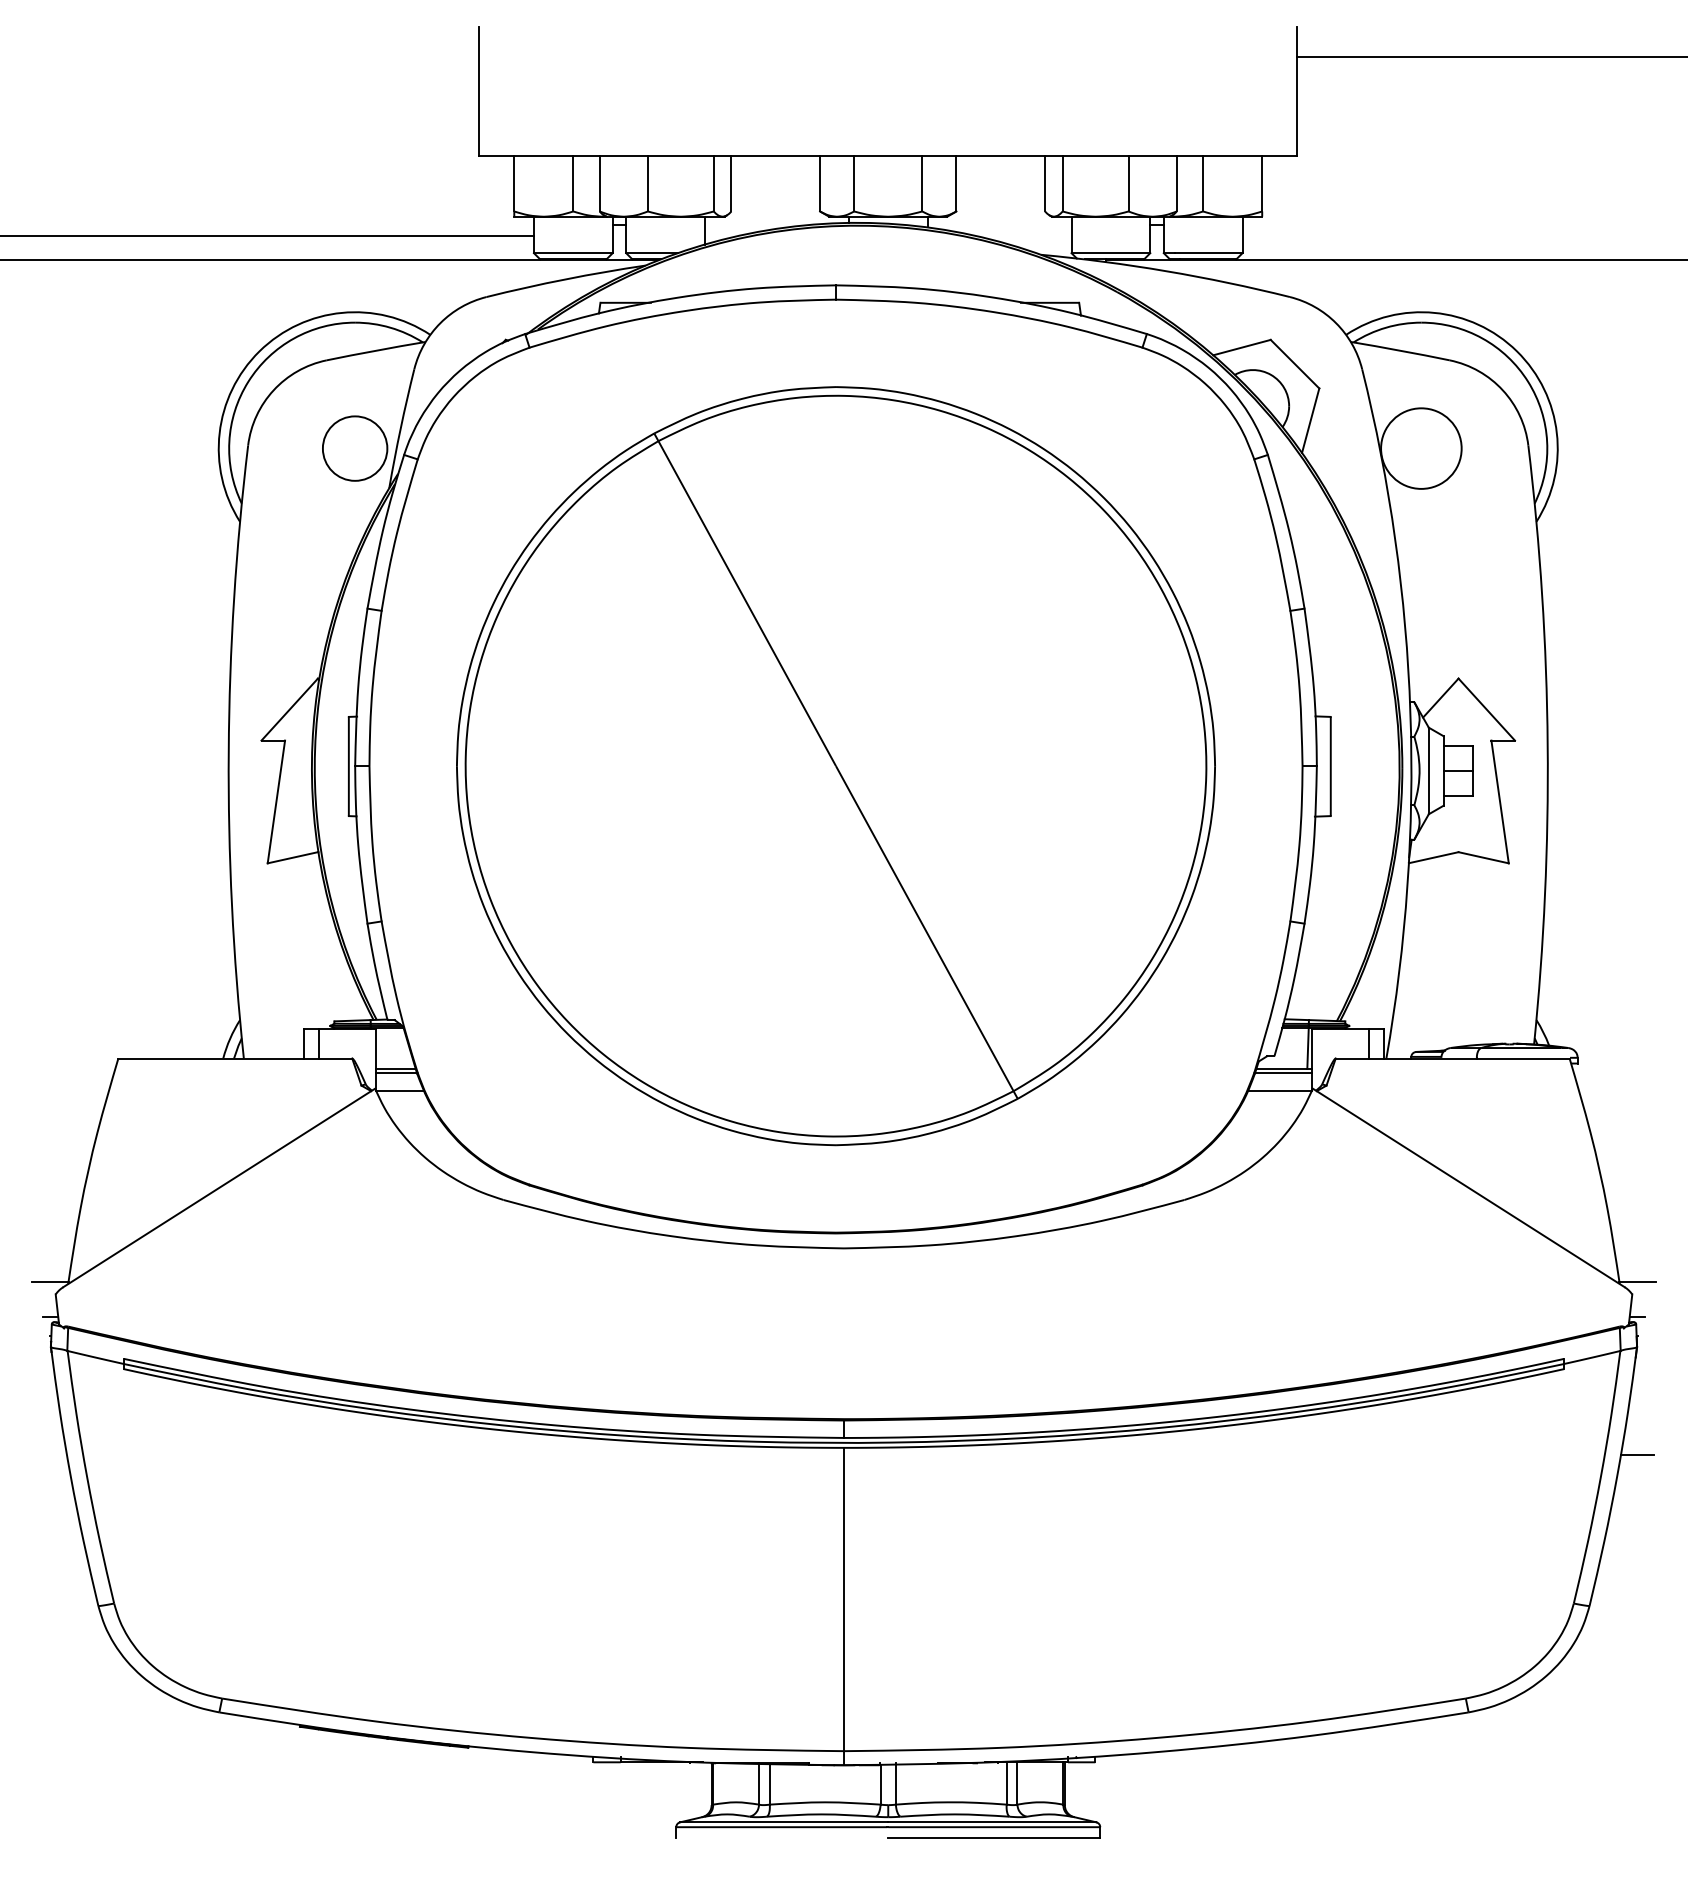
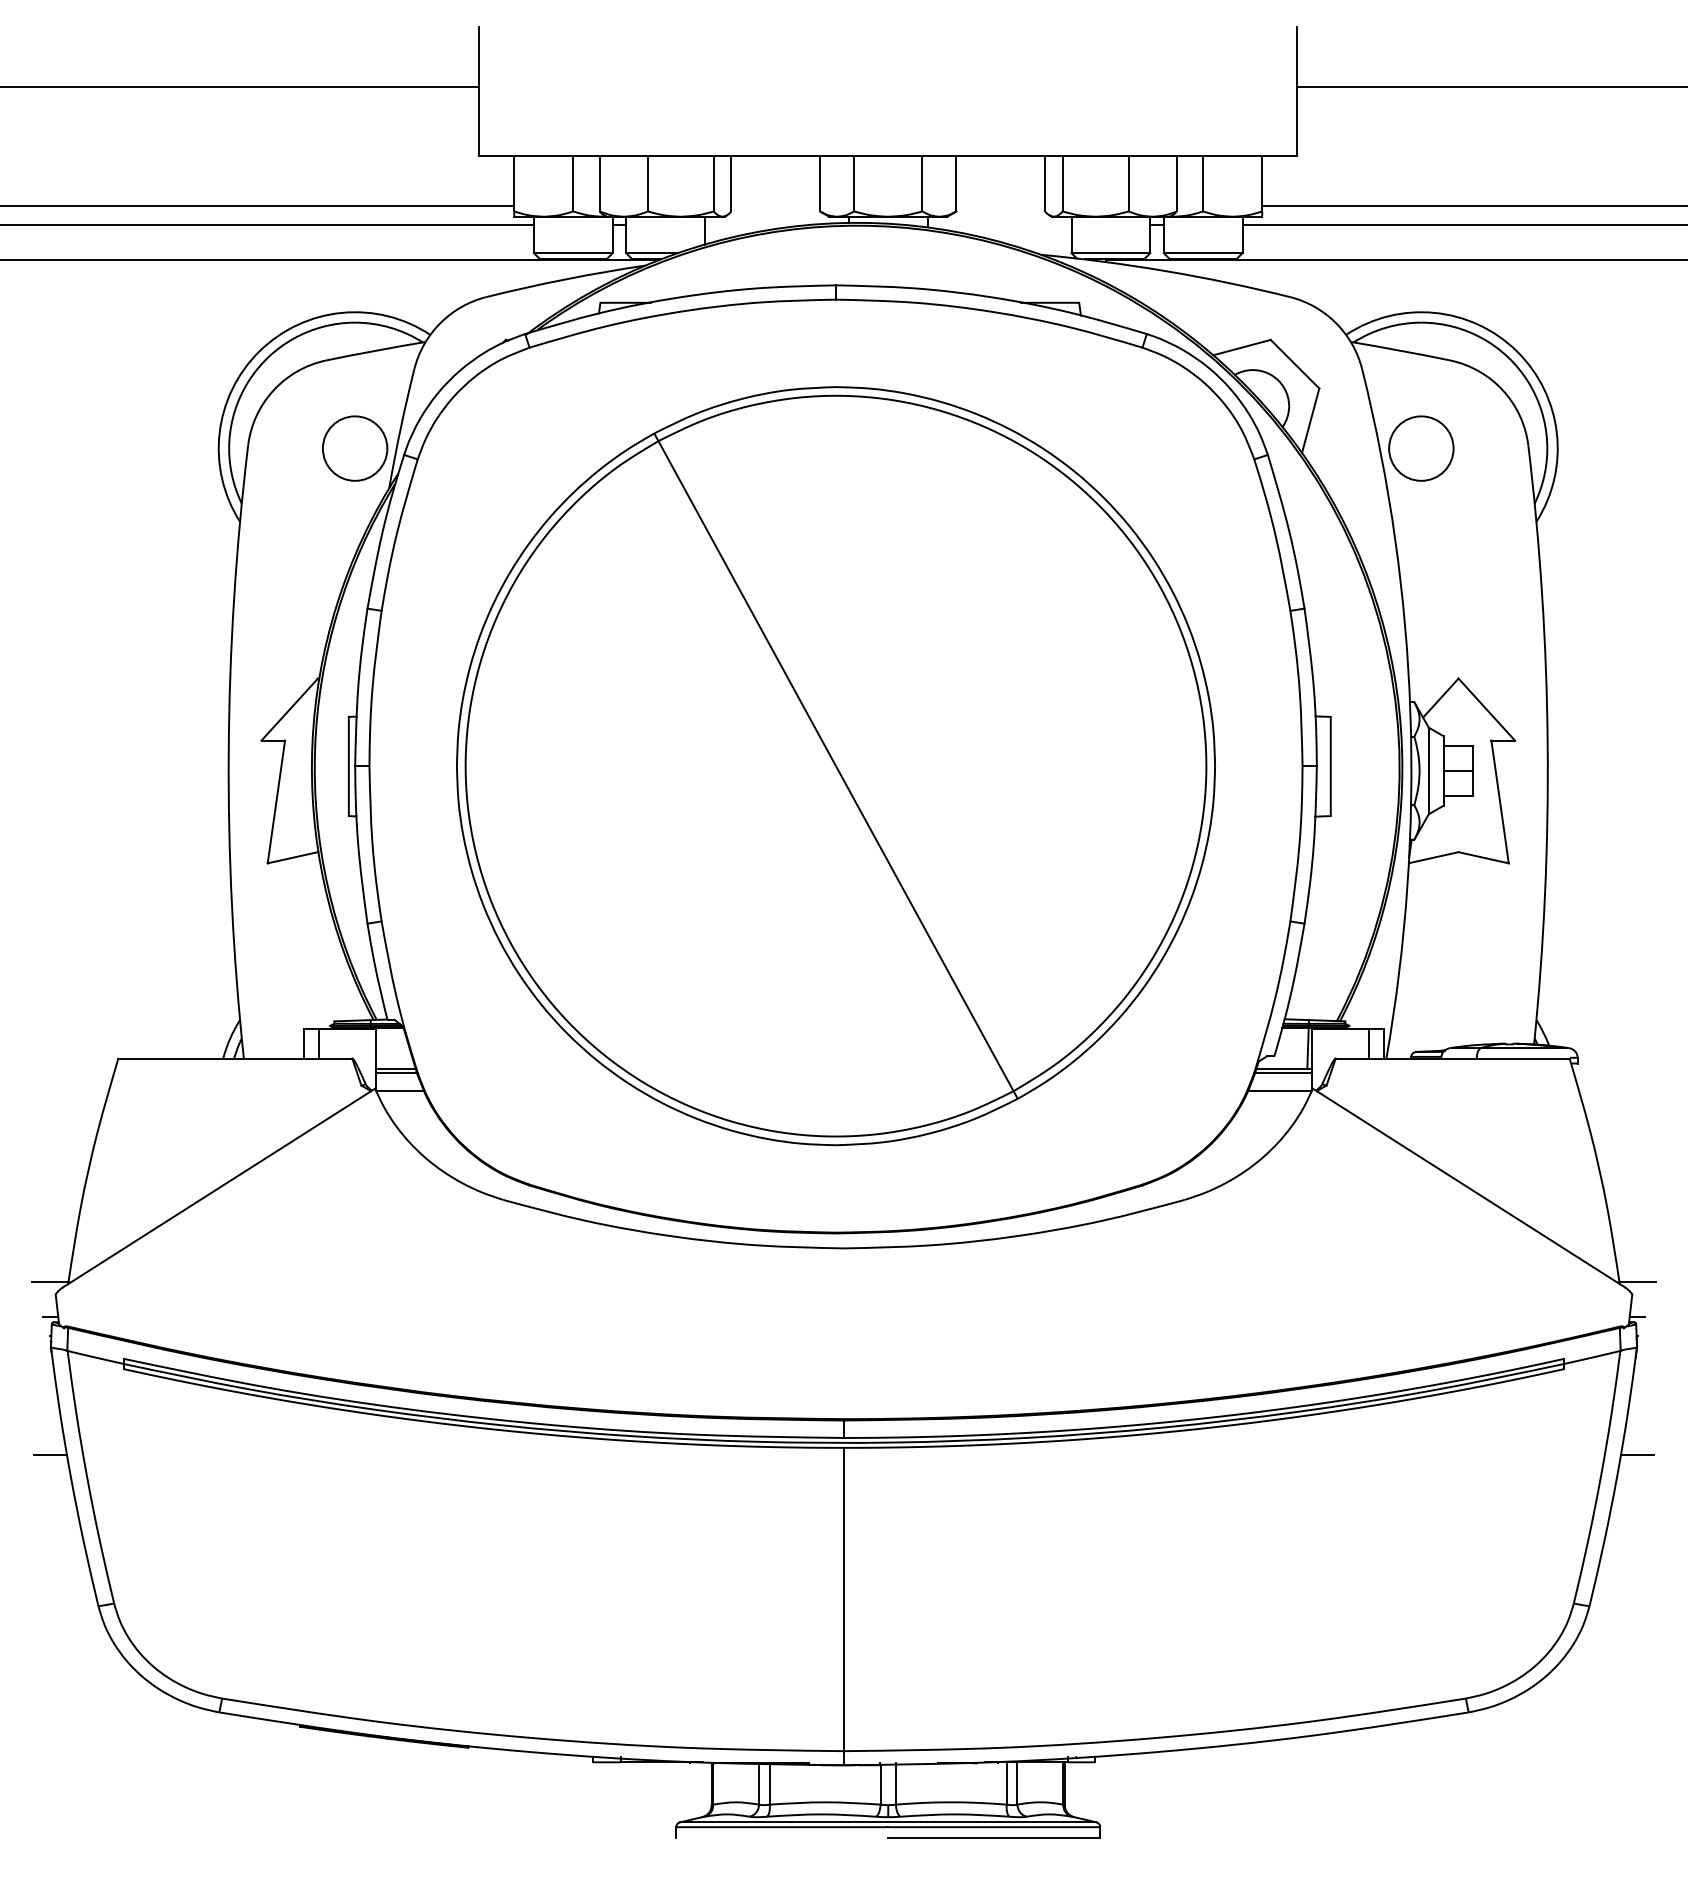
line at (1490, 56) position: (1490, 56) -> (1490, 86)
line at (240, 86): none -> present
line at (258, 205): none -> present
line at (1473, 205): none -> present
line at (1463, 225): none -> present
line at (267, 236) position: (267, 236) -> (267, 225)
circle at (1421, 448) diameter: 81 px -> 64 px
line at (50, 1455): none -> present
